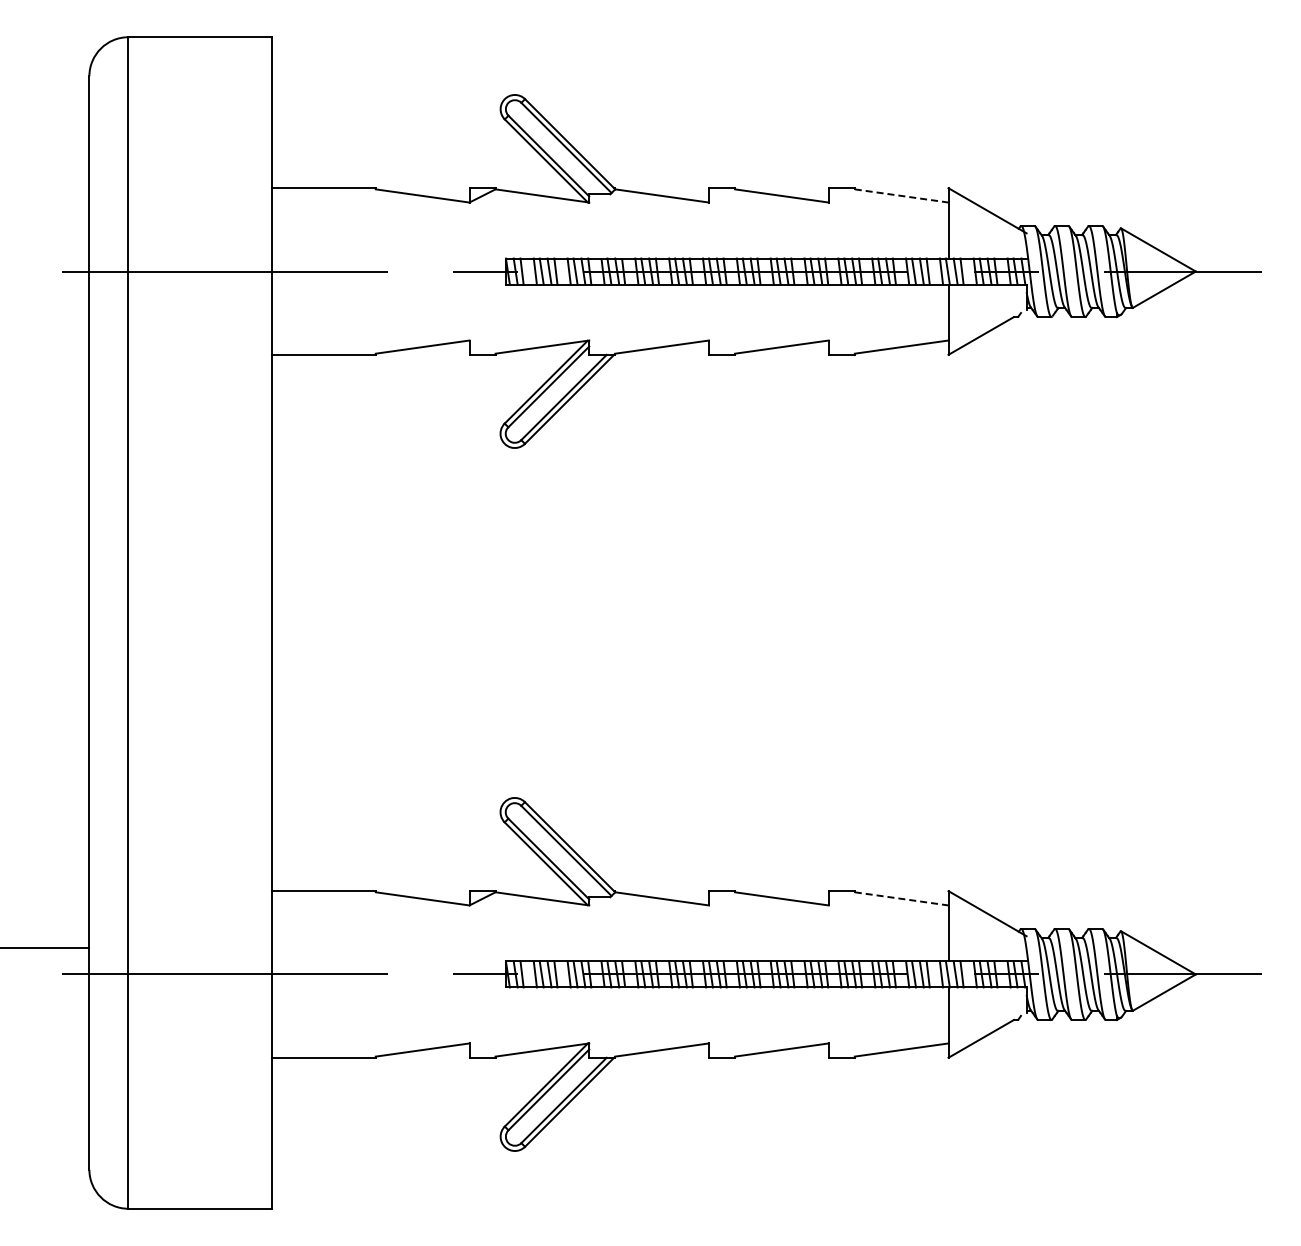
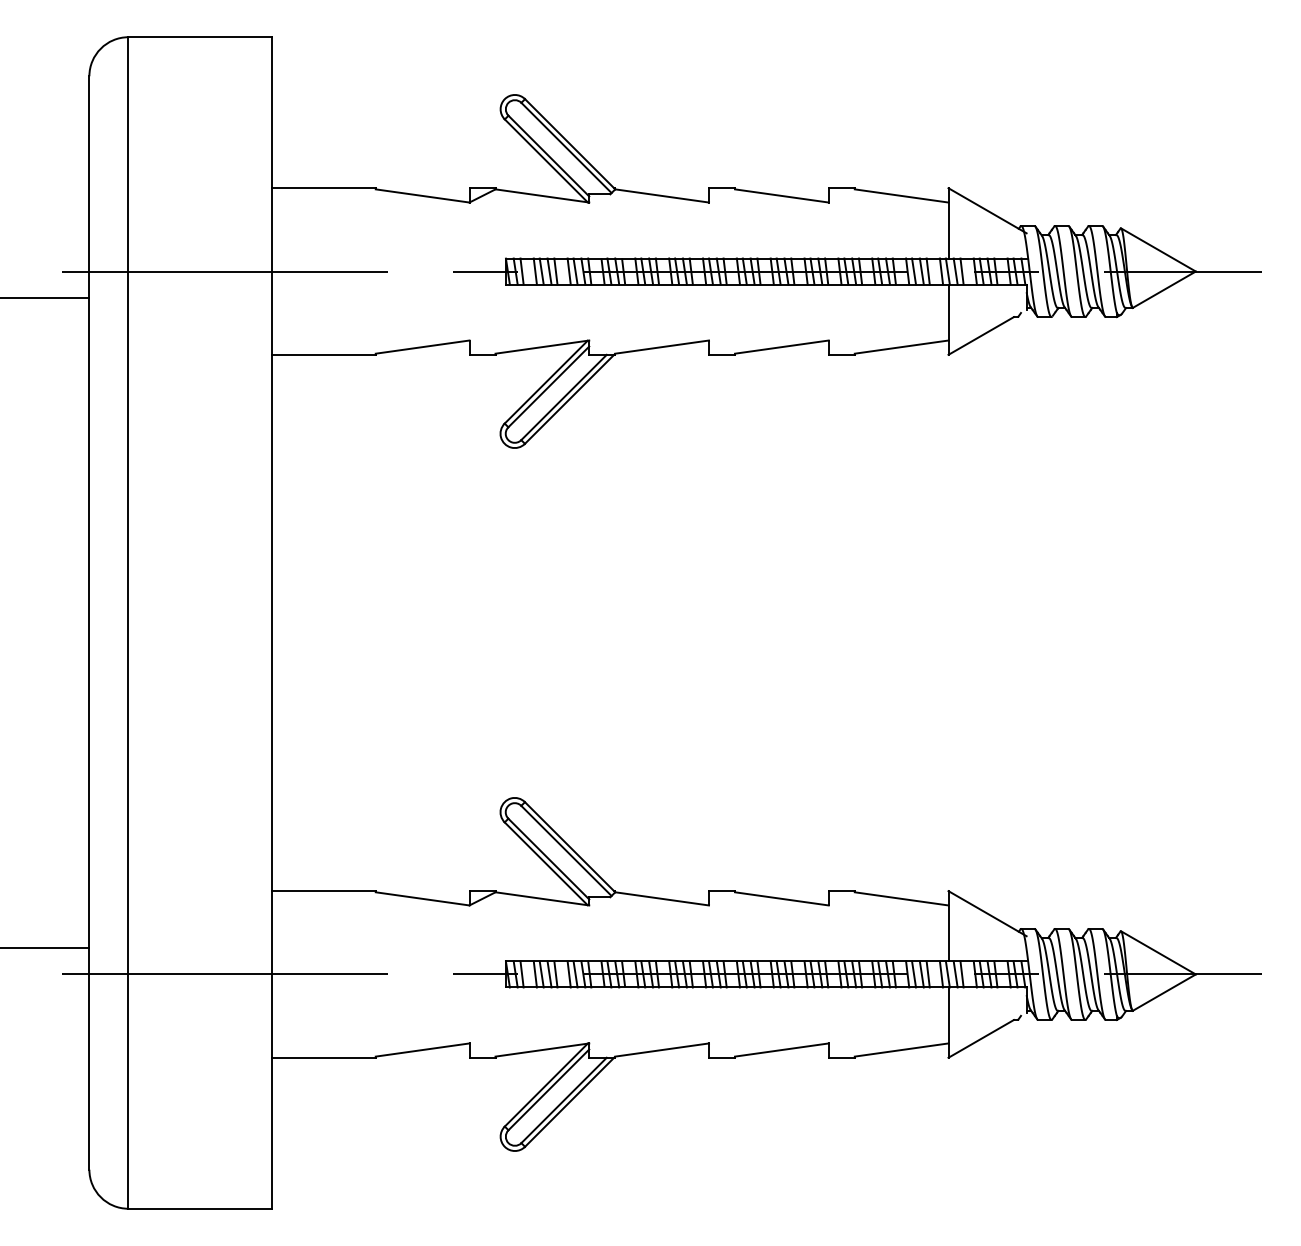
line at (902, 196): dashed -> solid
line at (45, 297): none -> present
line at (902, 898): dashed -> solid
